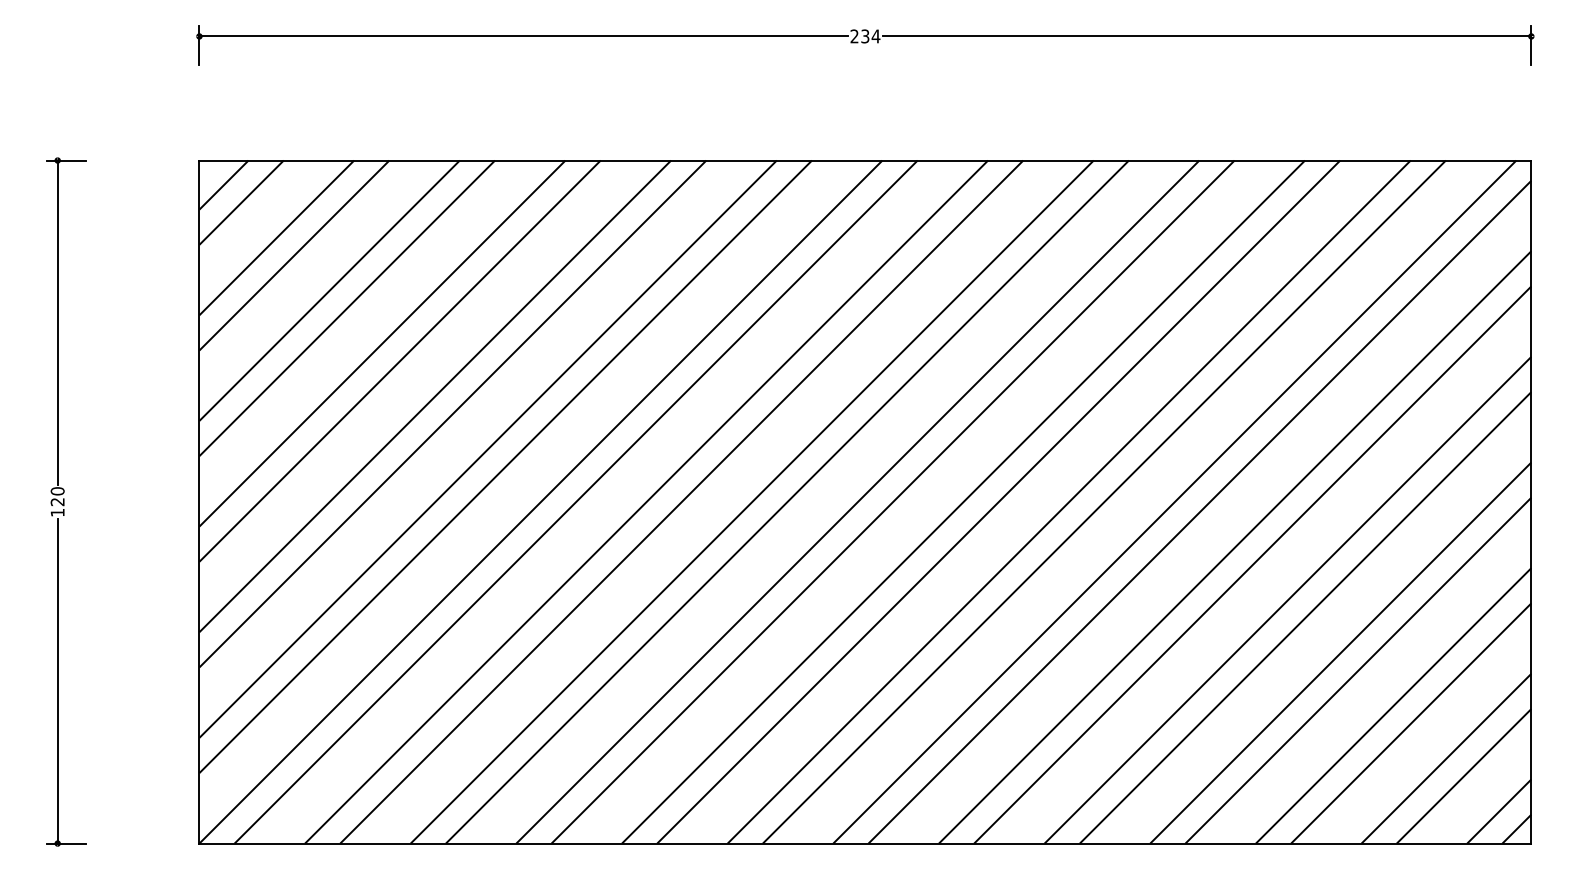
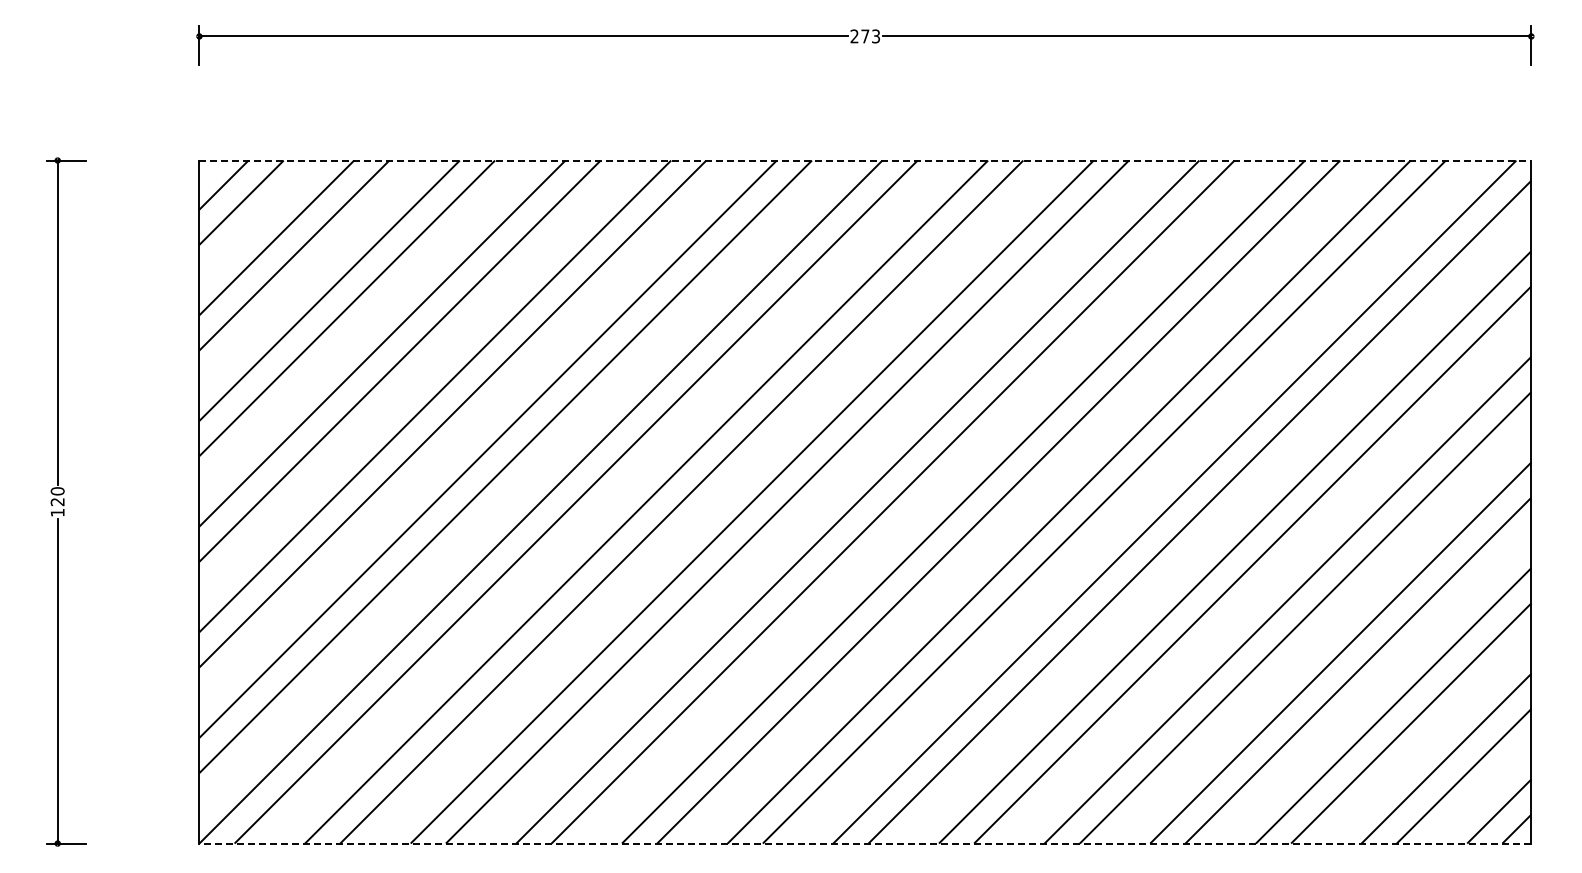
text at (870, 36): 234 -> 273
line at (865, 160): solid -> dashed
line at (865, 843): solid -> dashed
